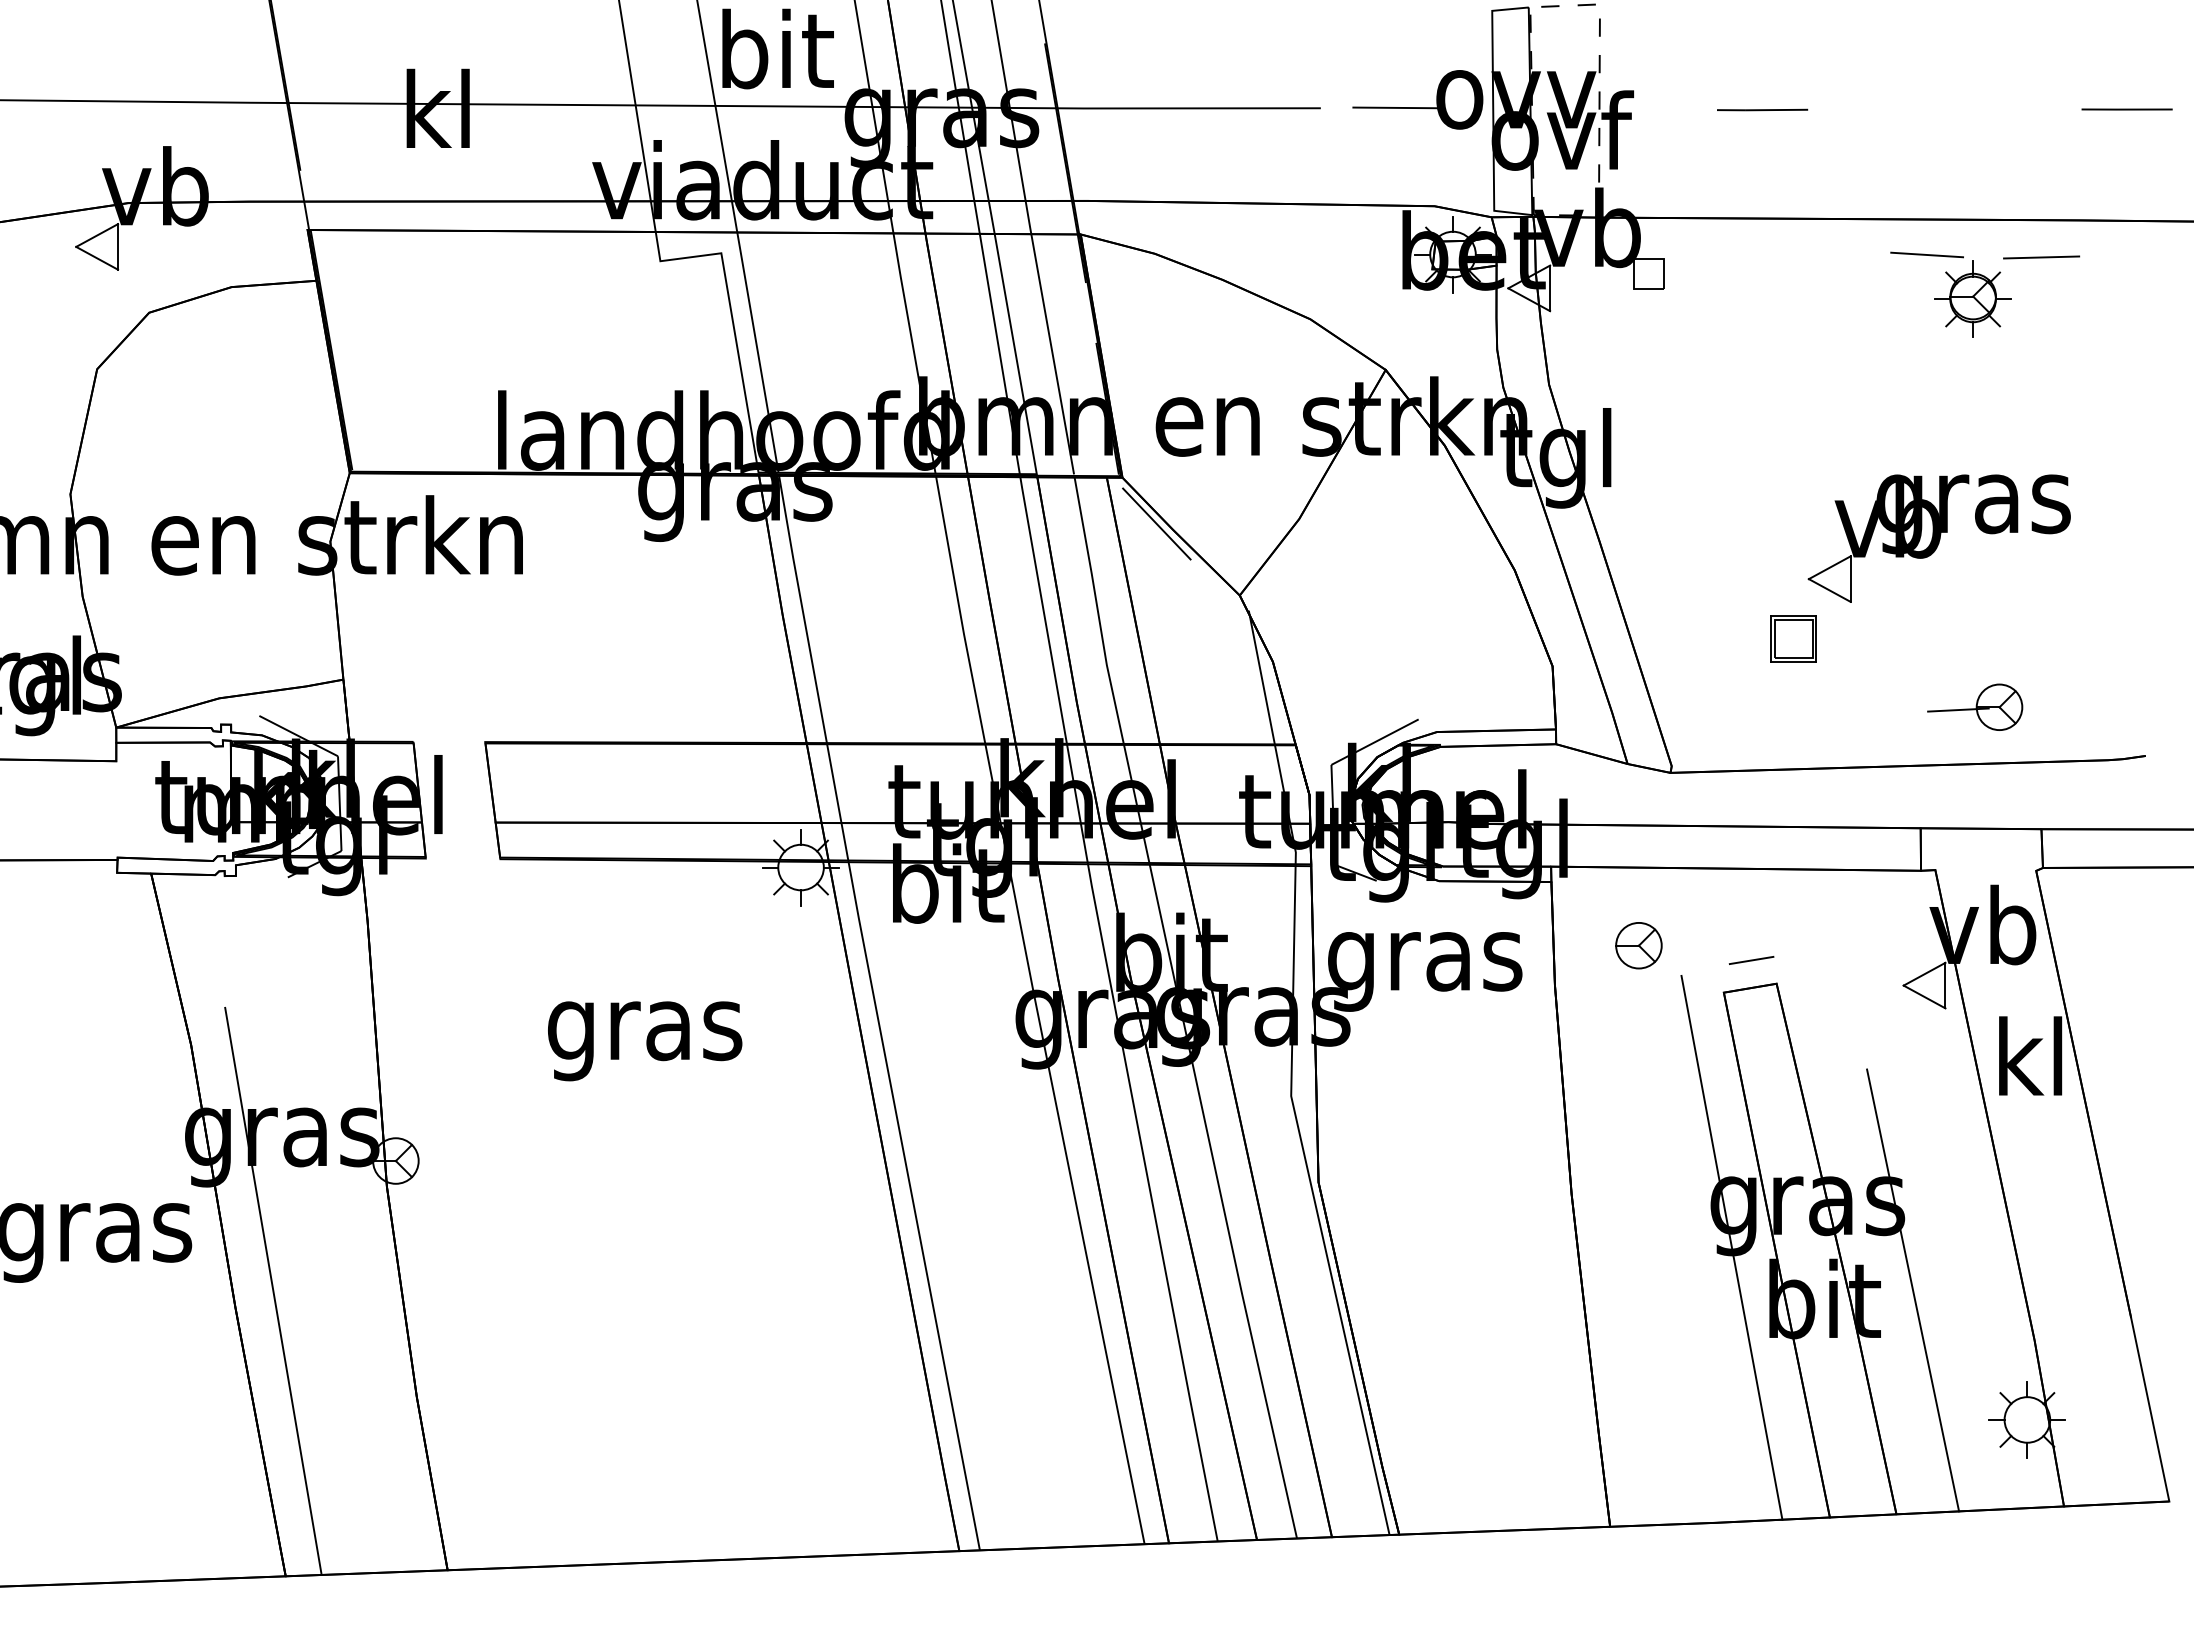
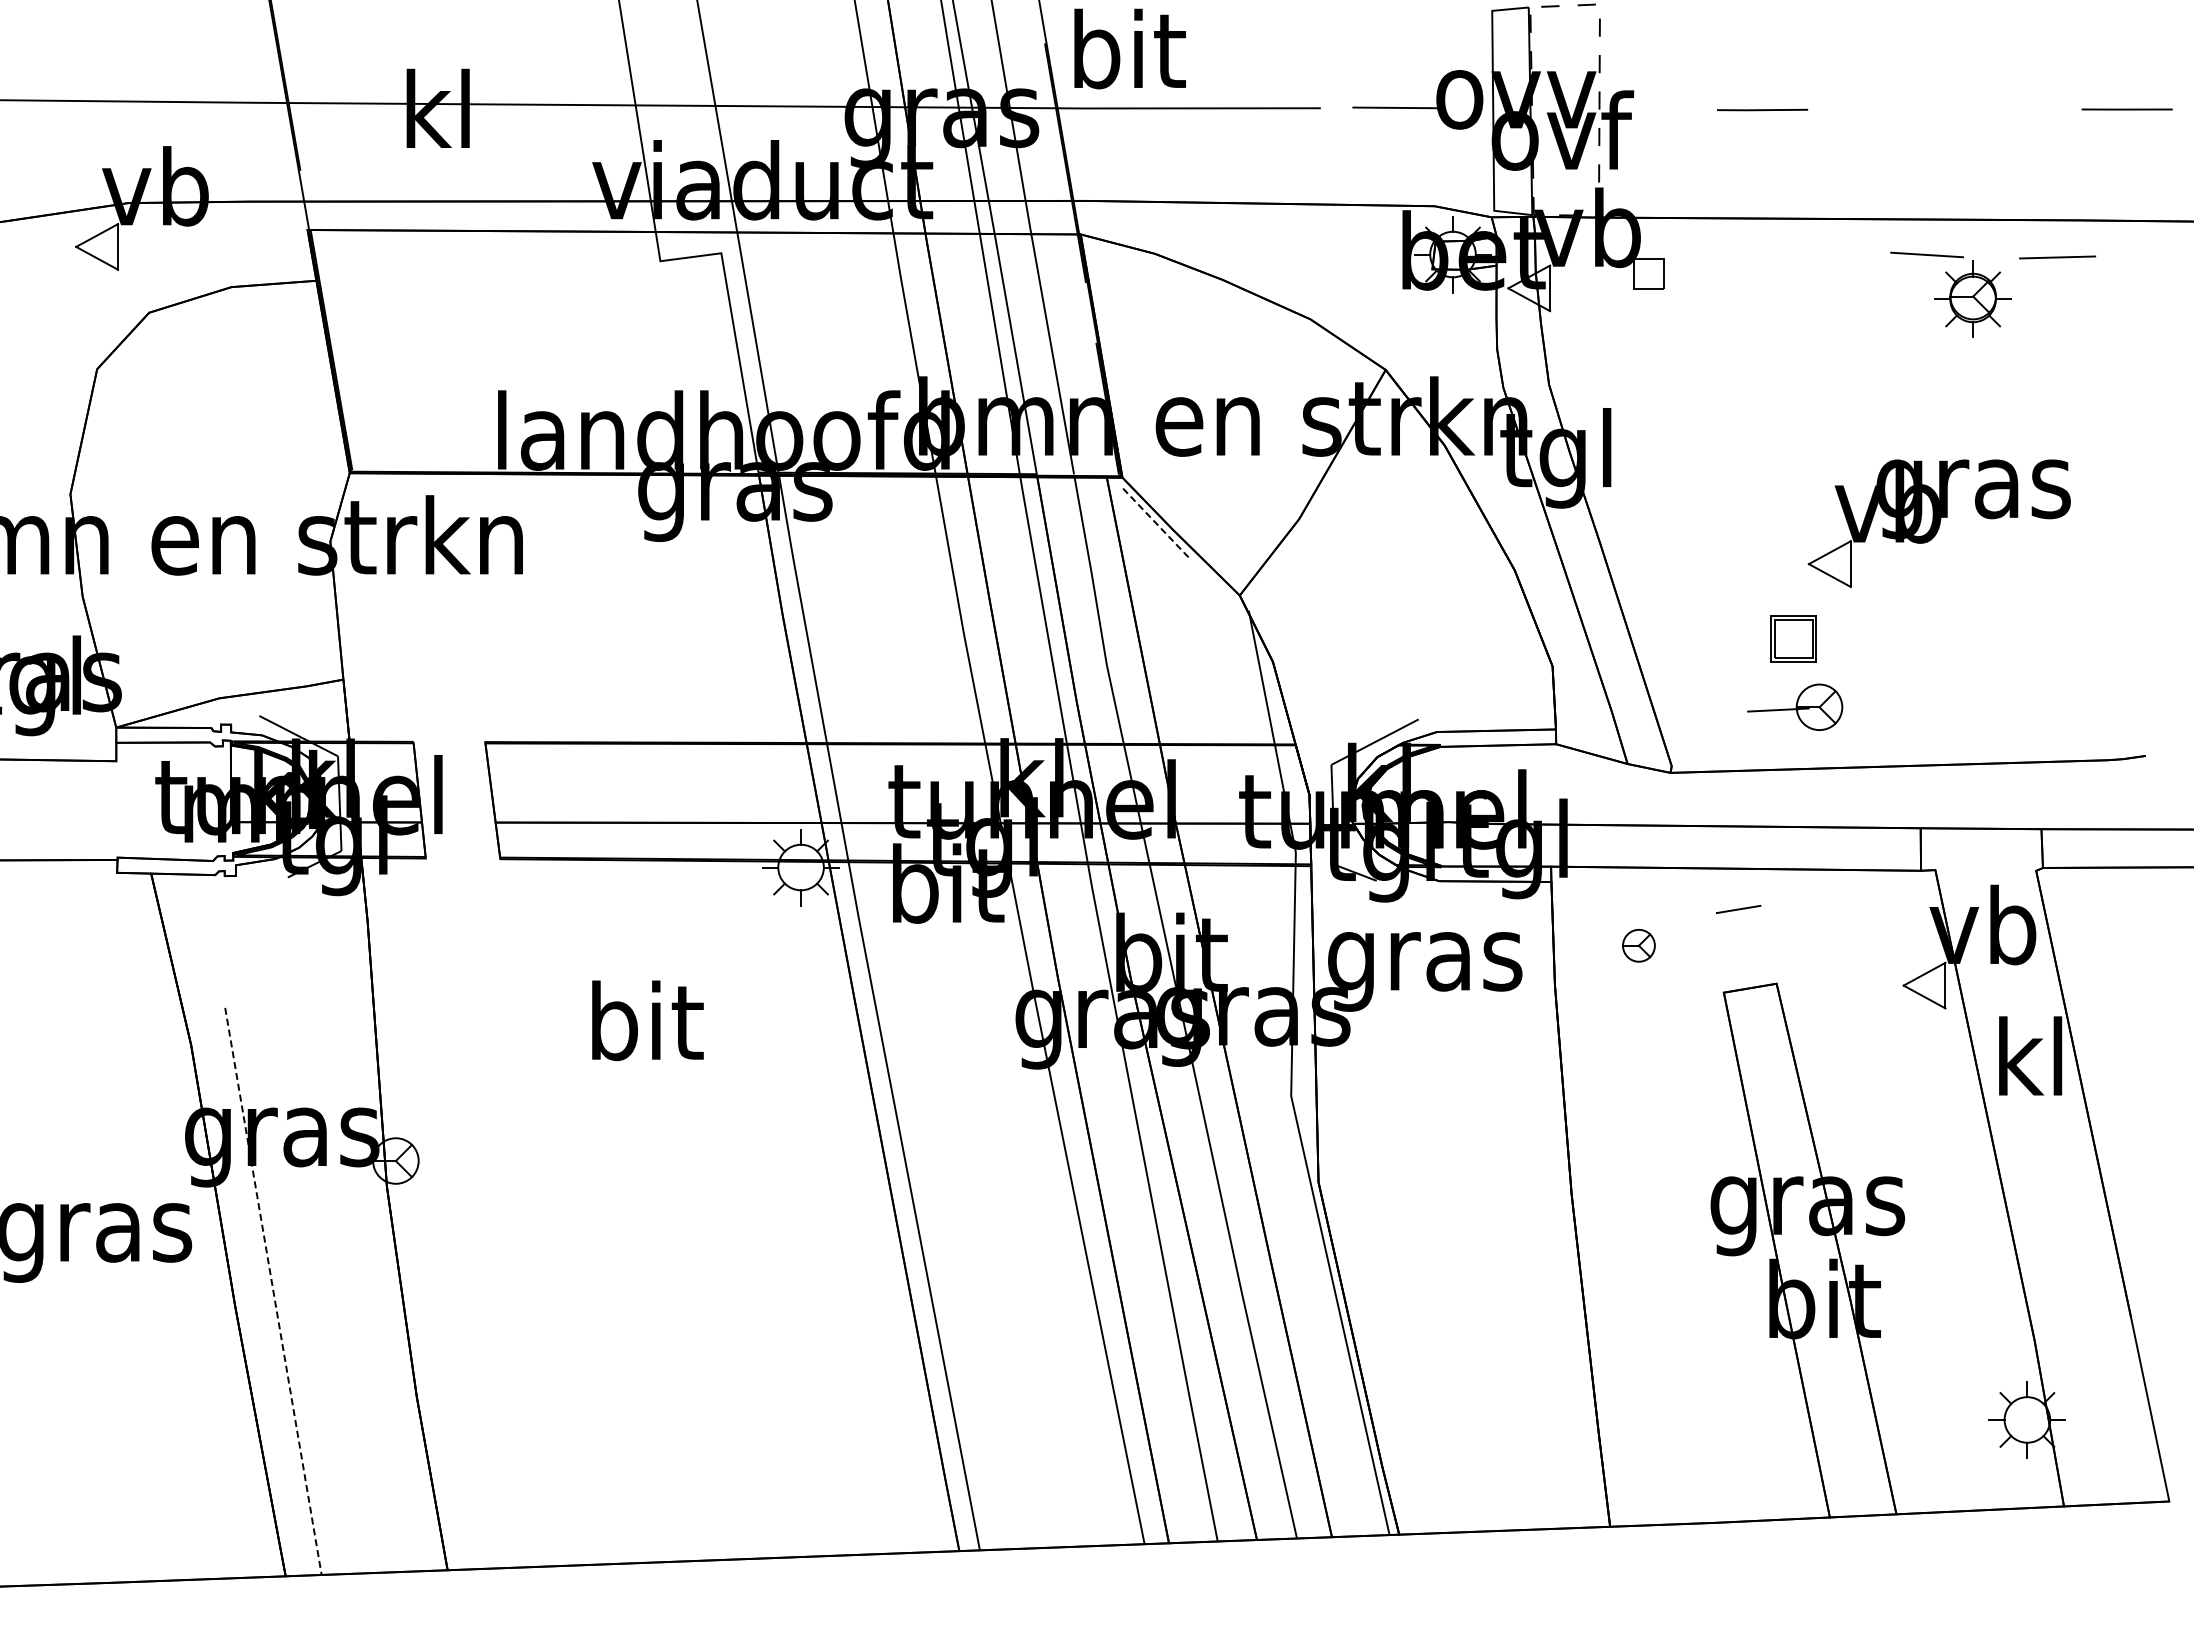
text at (777, 48) position: (777, 48) -> (1129, 48)
line at (2041, 257) position: (2041, 257) -> (2057, 257)
line at (1156, 524): solid -> dashed
part at (1938, 538) position: (1938, 538) -> (1938, 523)
part at (1975, 706) position: (1975, 706) -> (1795, 706)
part at (1638, 945) size: 48x48 px -> 34x34 px
line at (1751, 960) position: (1751, 960) -> (1738, 909)
text at (645, 1030): gras -> bit
line at (1731, 1247): present -> none
line at (1913, 1290): present -> none
line at (273, 1291): solid -> dashed
